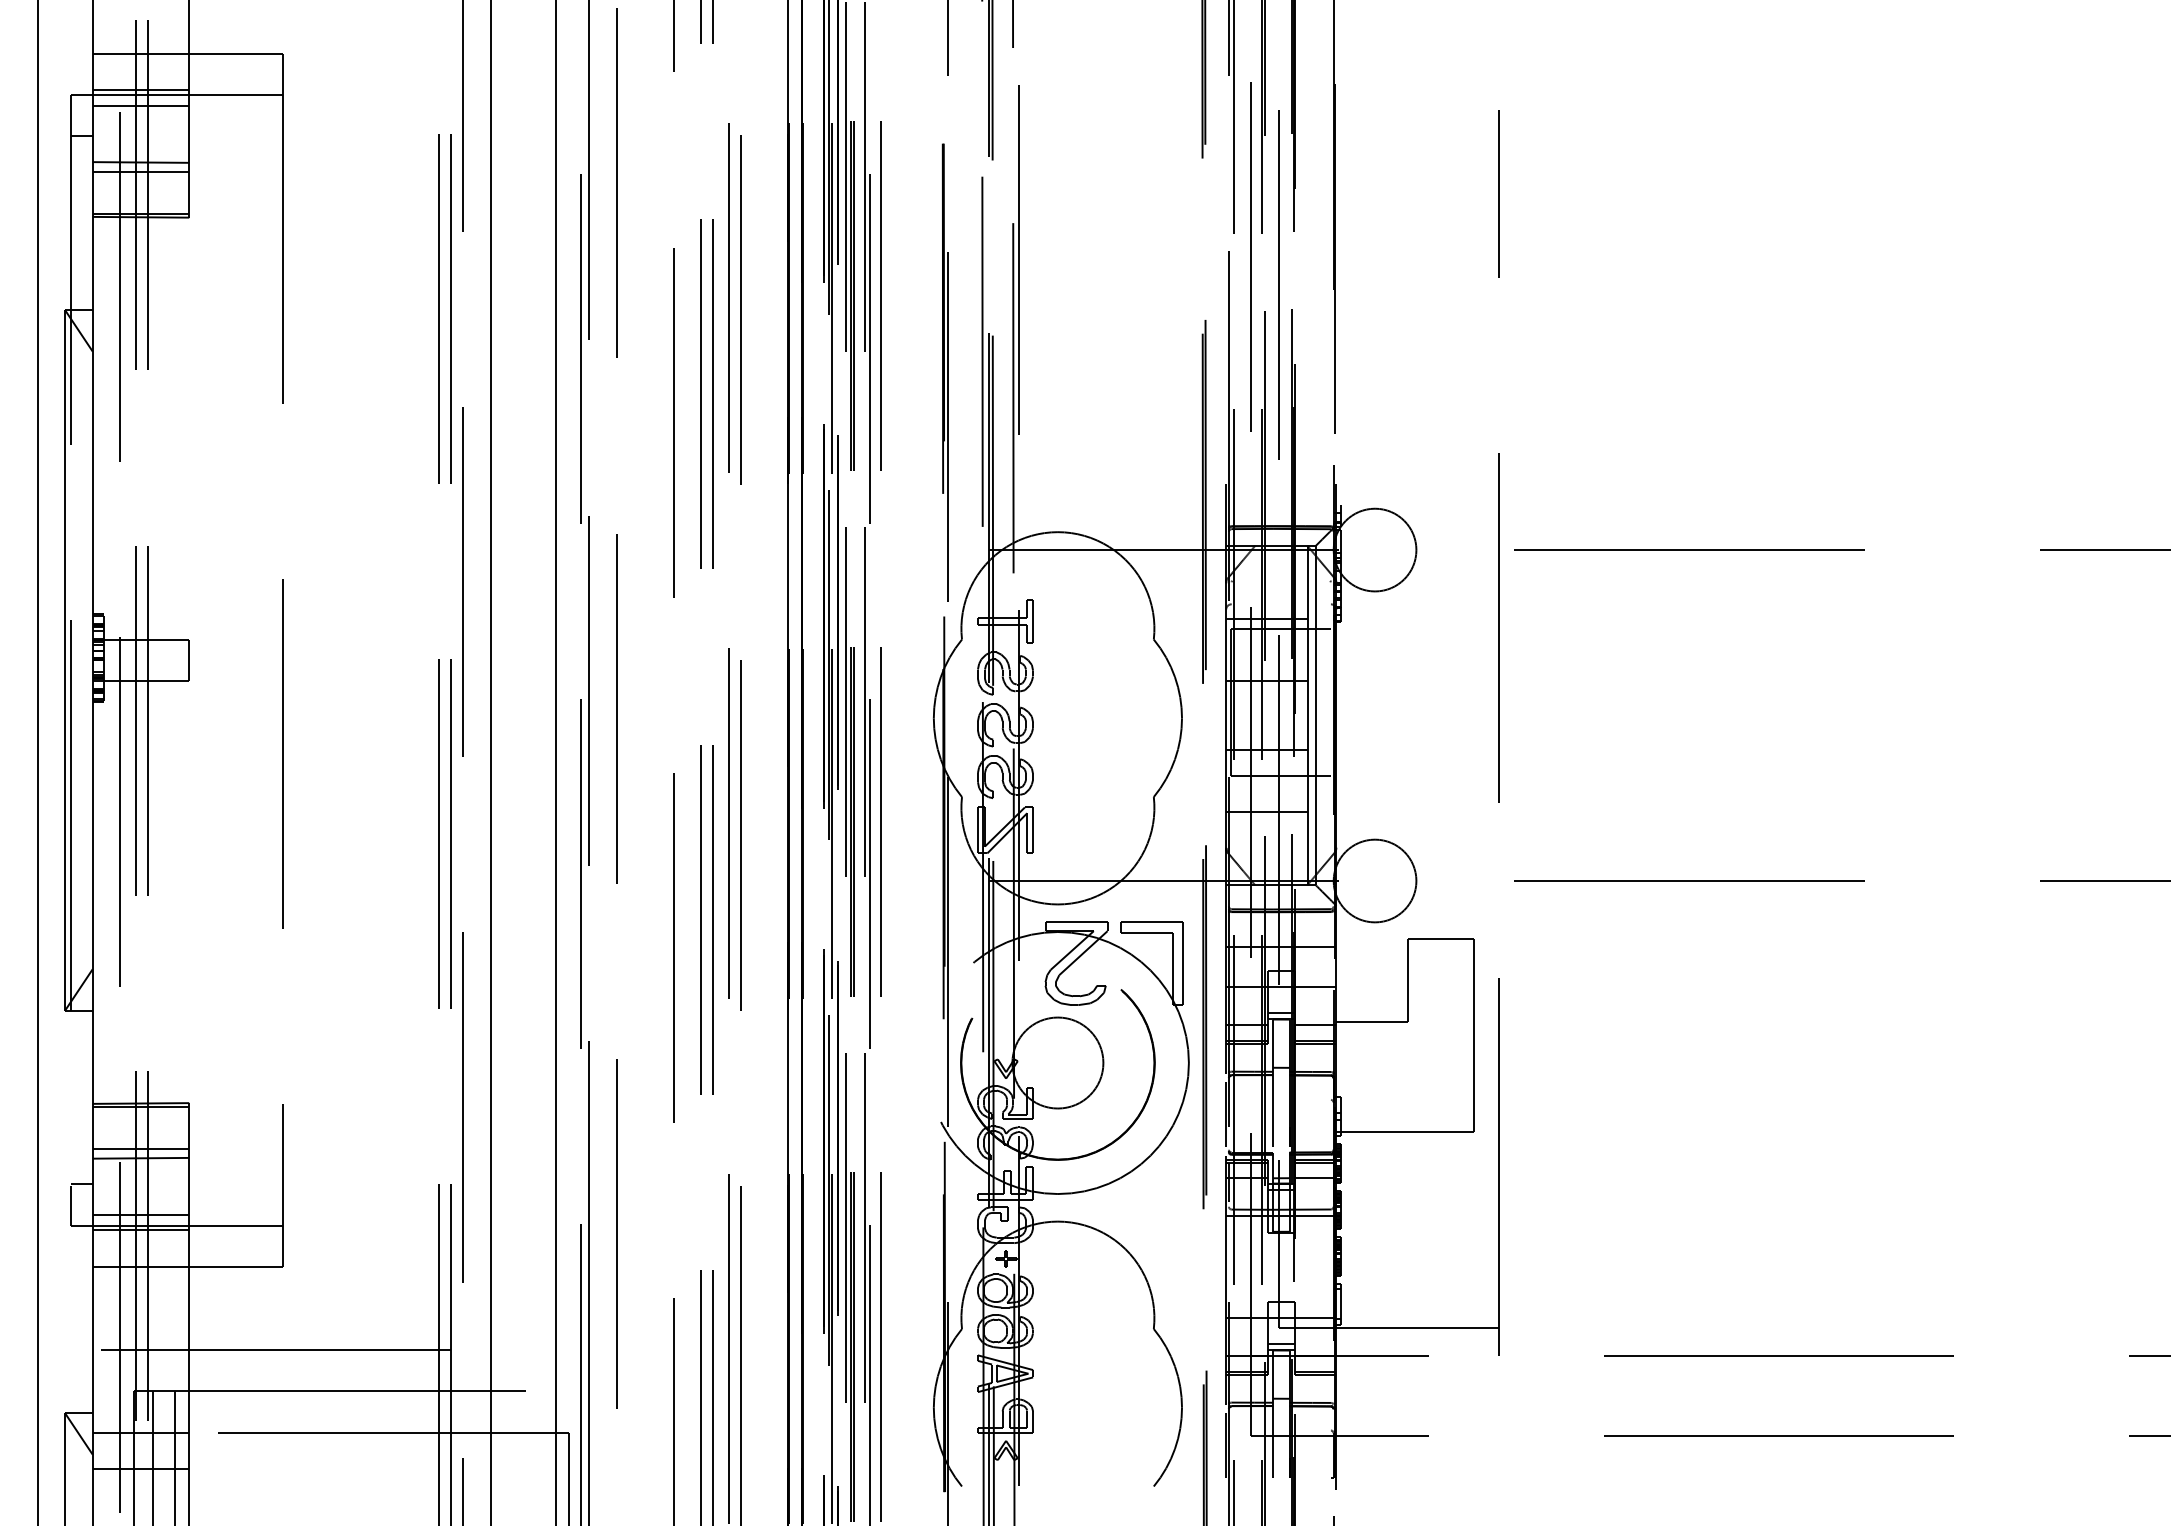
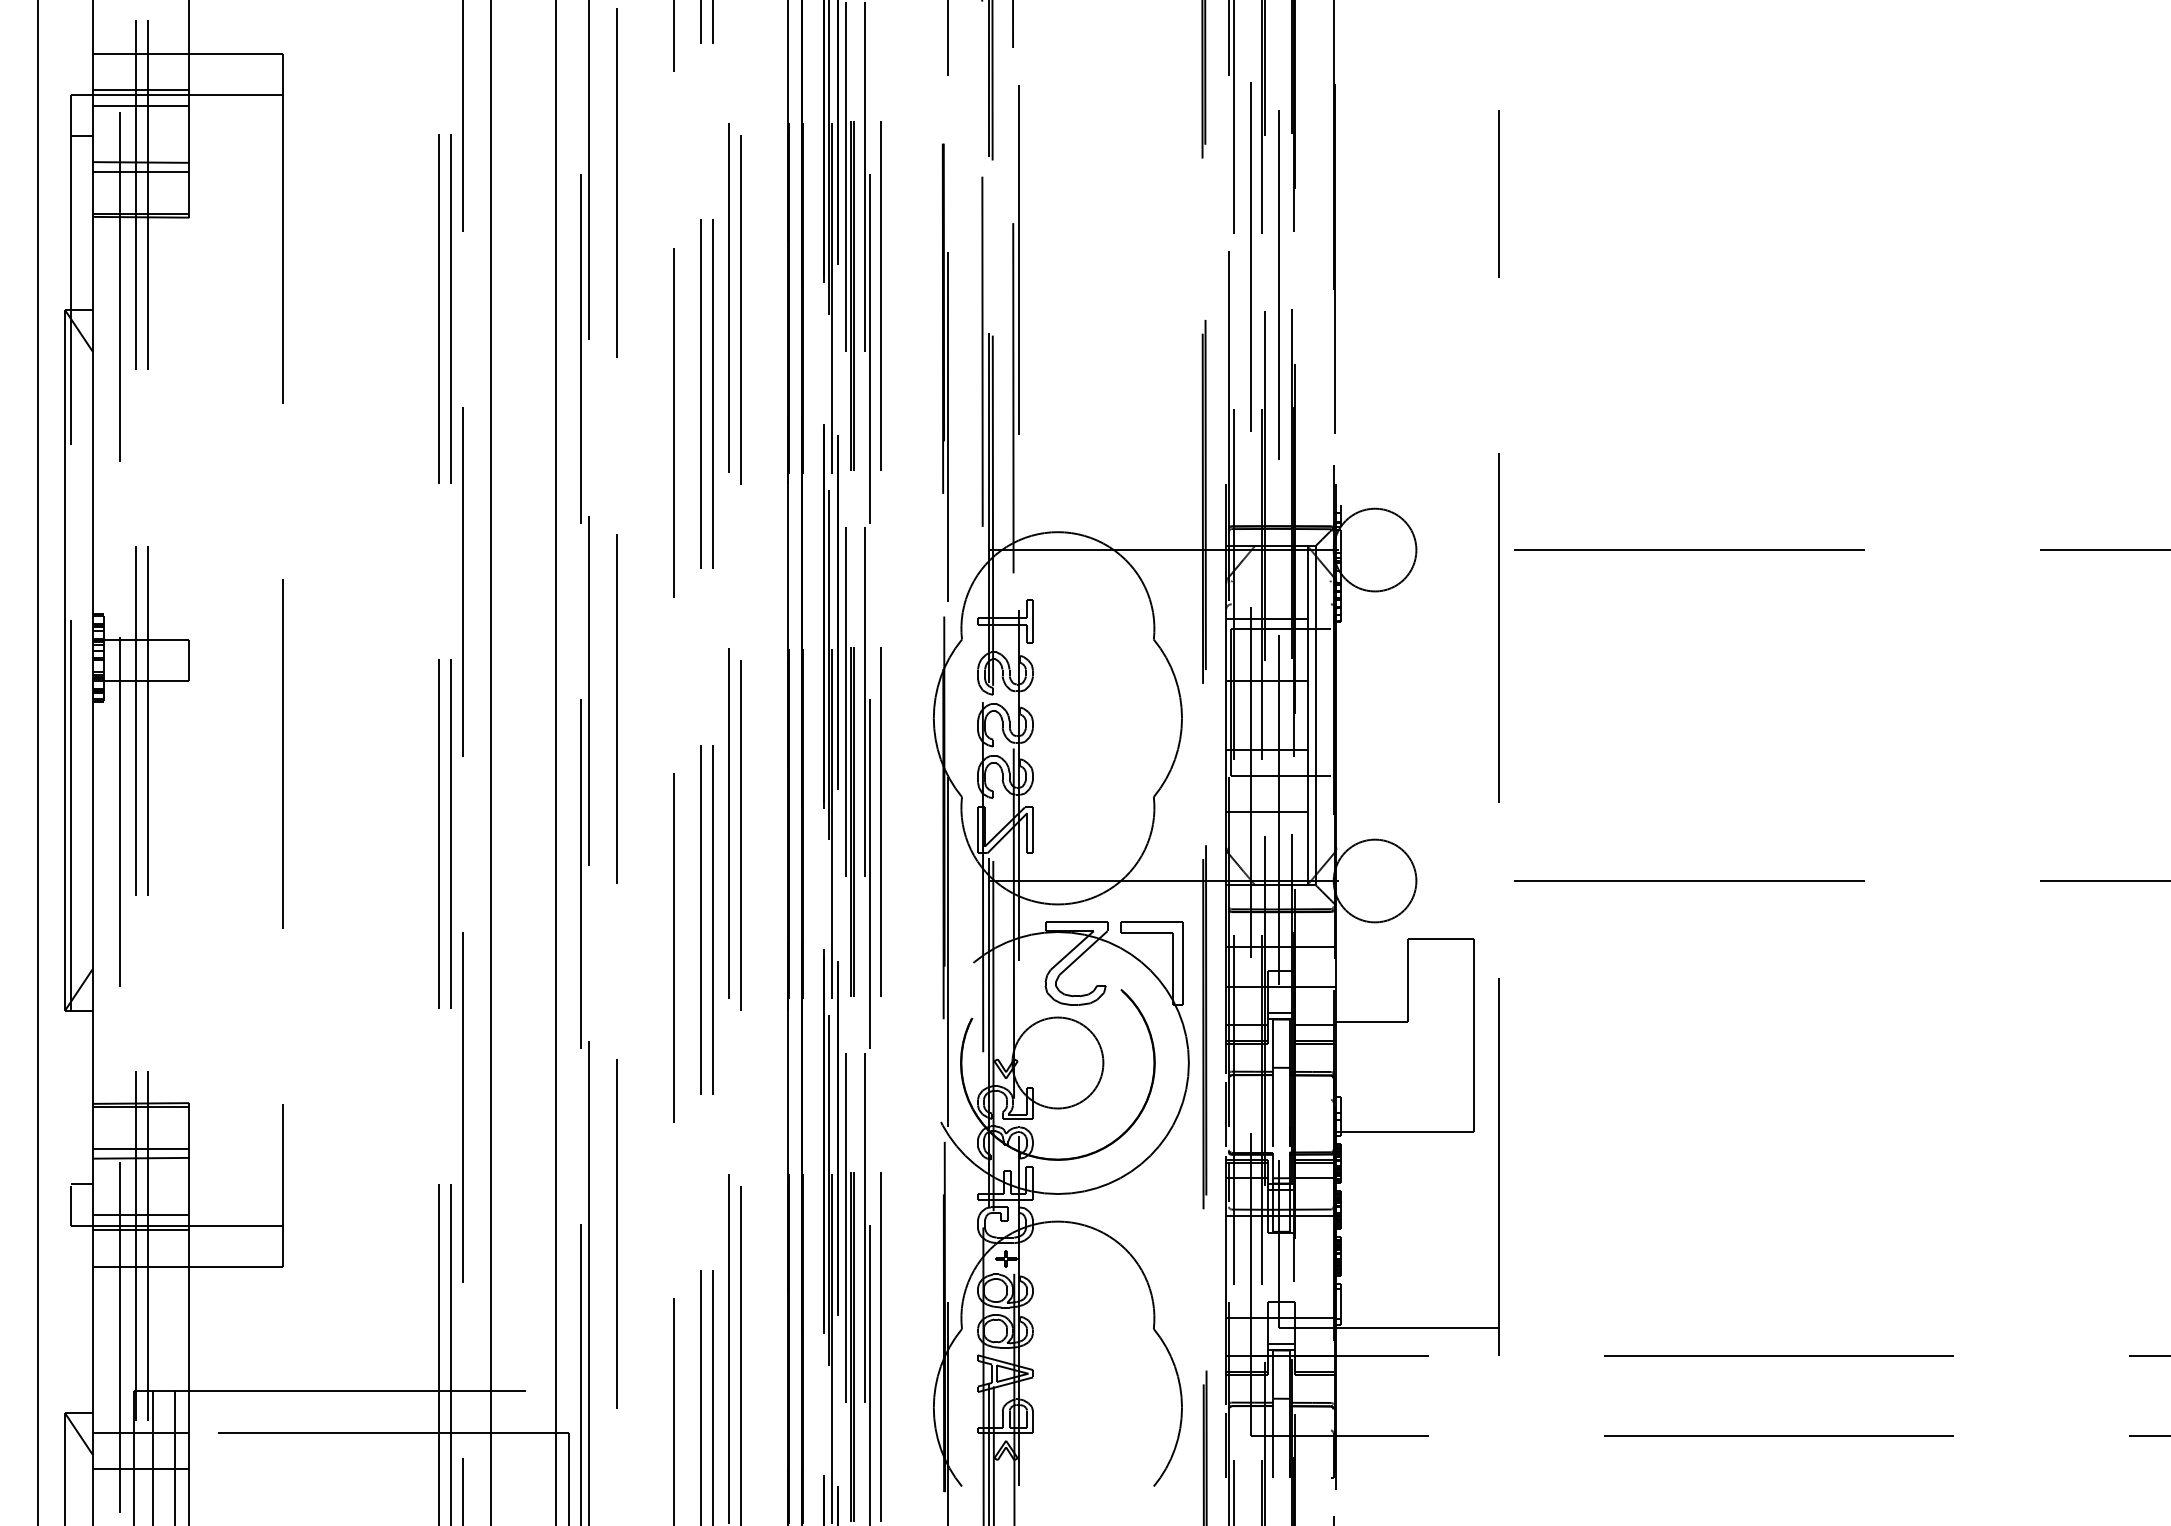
line at (271, 1349): present -> none
